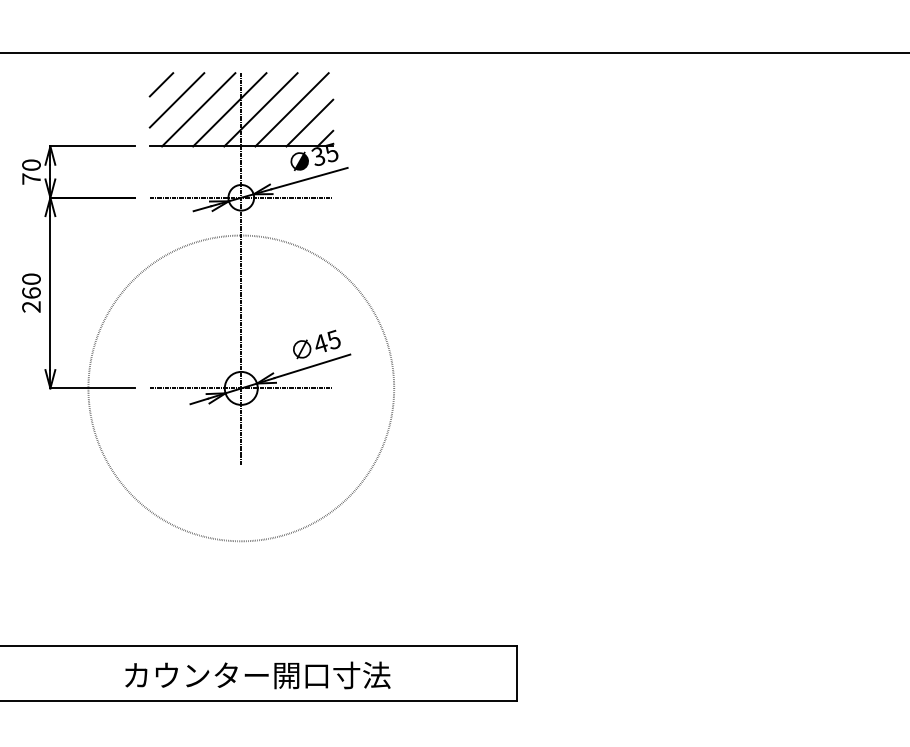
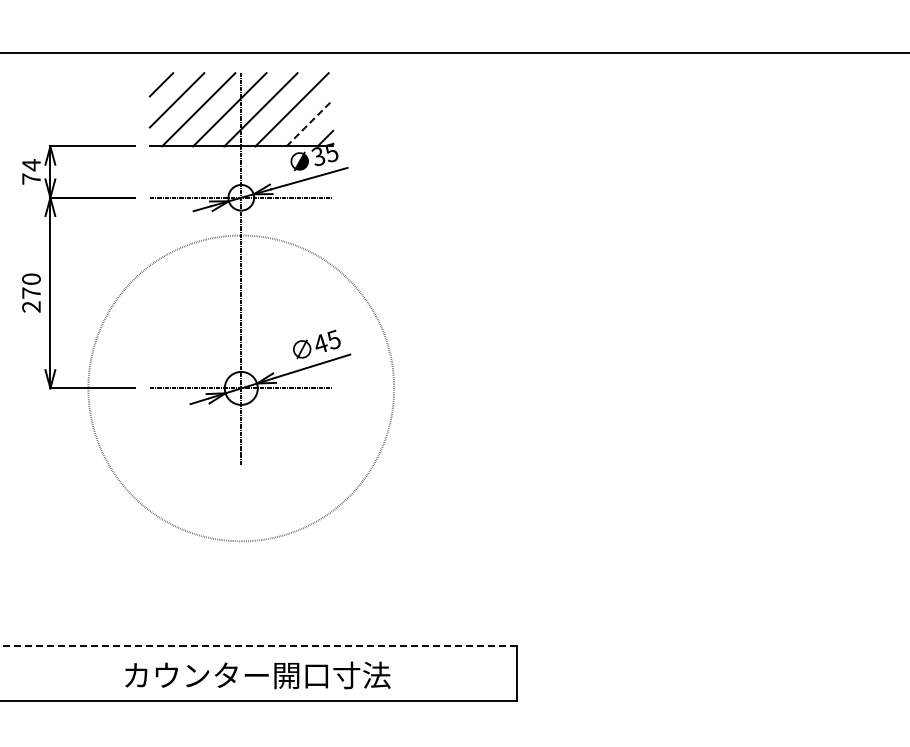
line at (310, 122): solid -> dashed
text at (31, 165): 70 -> 74
text at (31, 292): 260 -> 270
line at (258, 646): solid -> dashed
